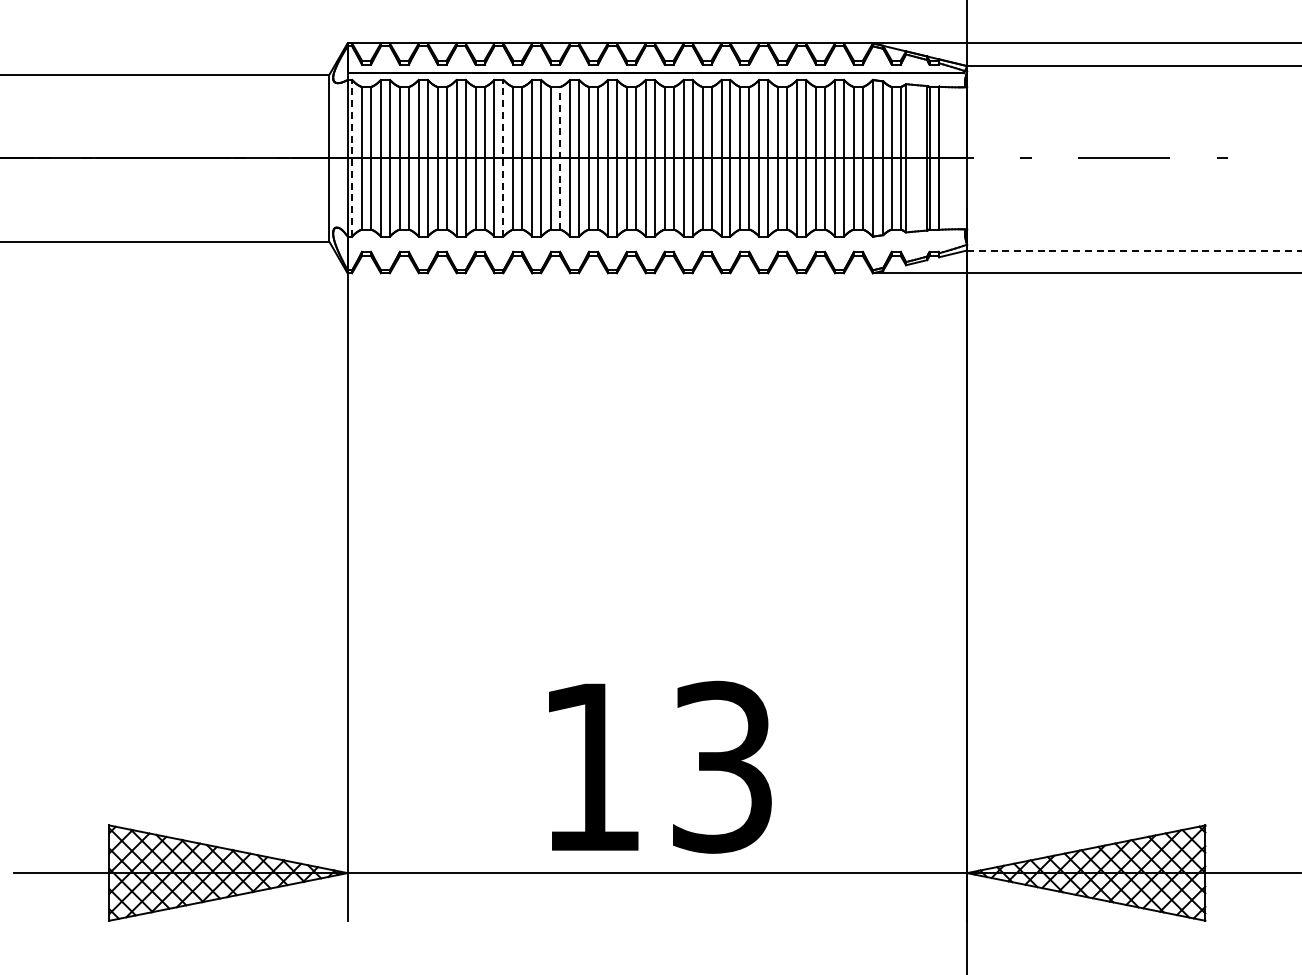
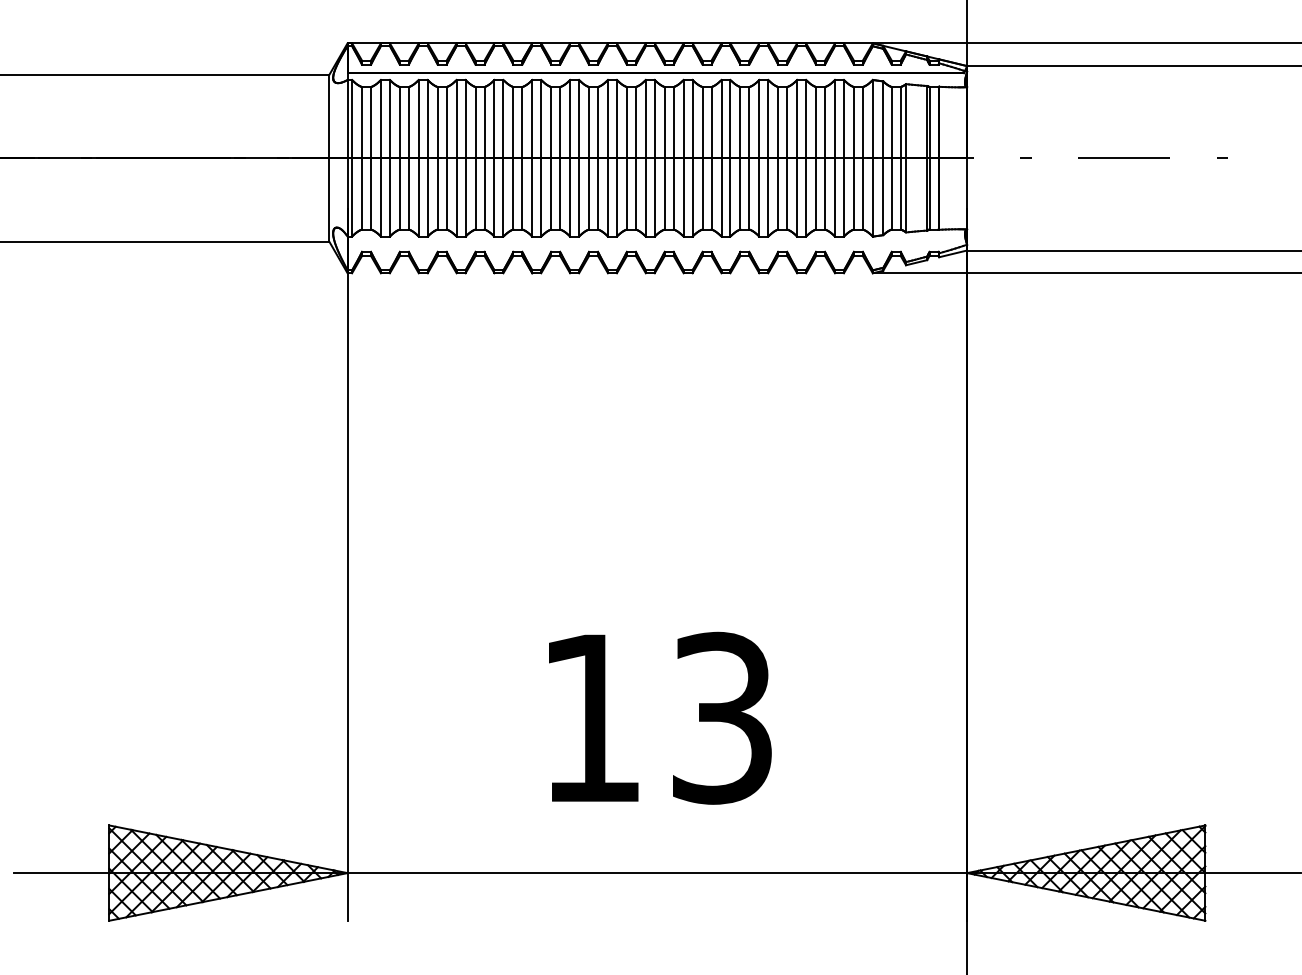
line at (352, 157): dashed -> solid
line at (503, 157): dashed -> solid
line at (560, 157): dashed -> solid
line at (1134, 250): dashed -> solid
text at (660, 766) position: (660, 766) -> (660, 717)
